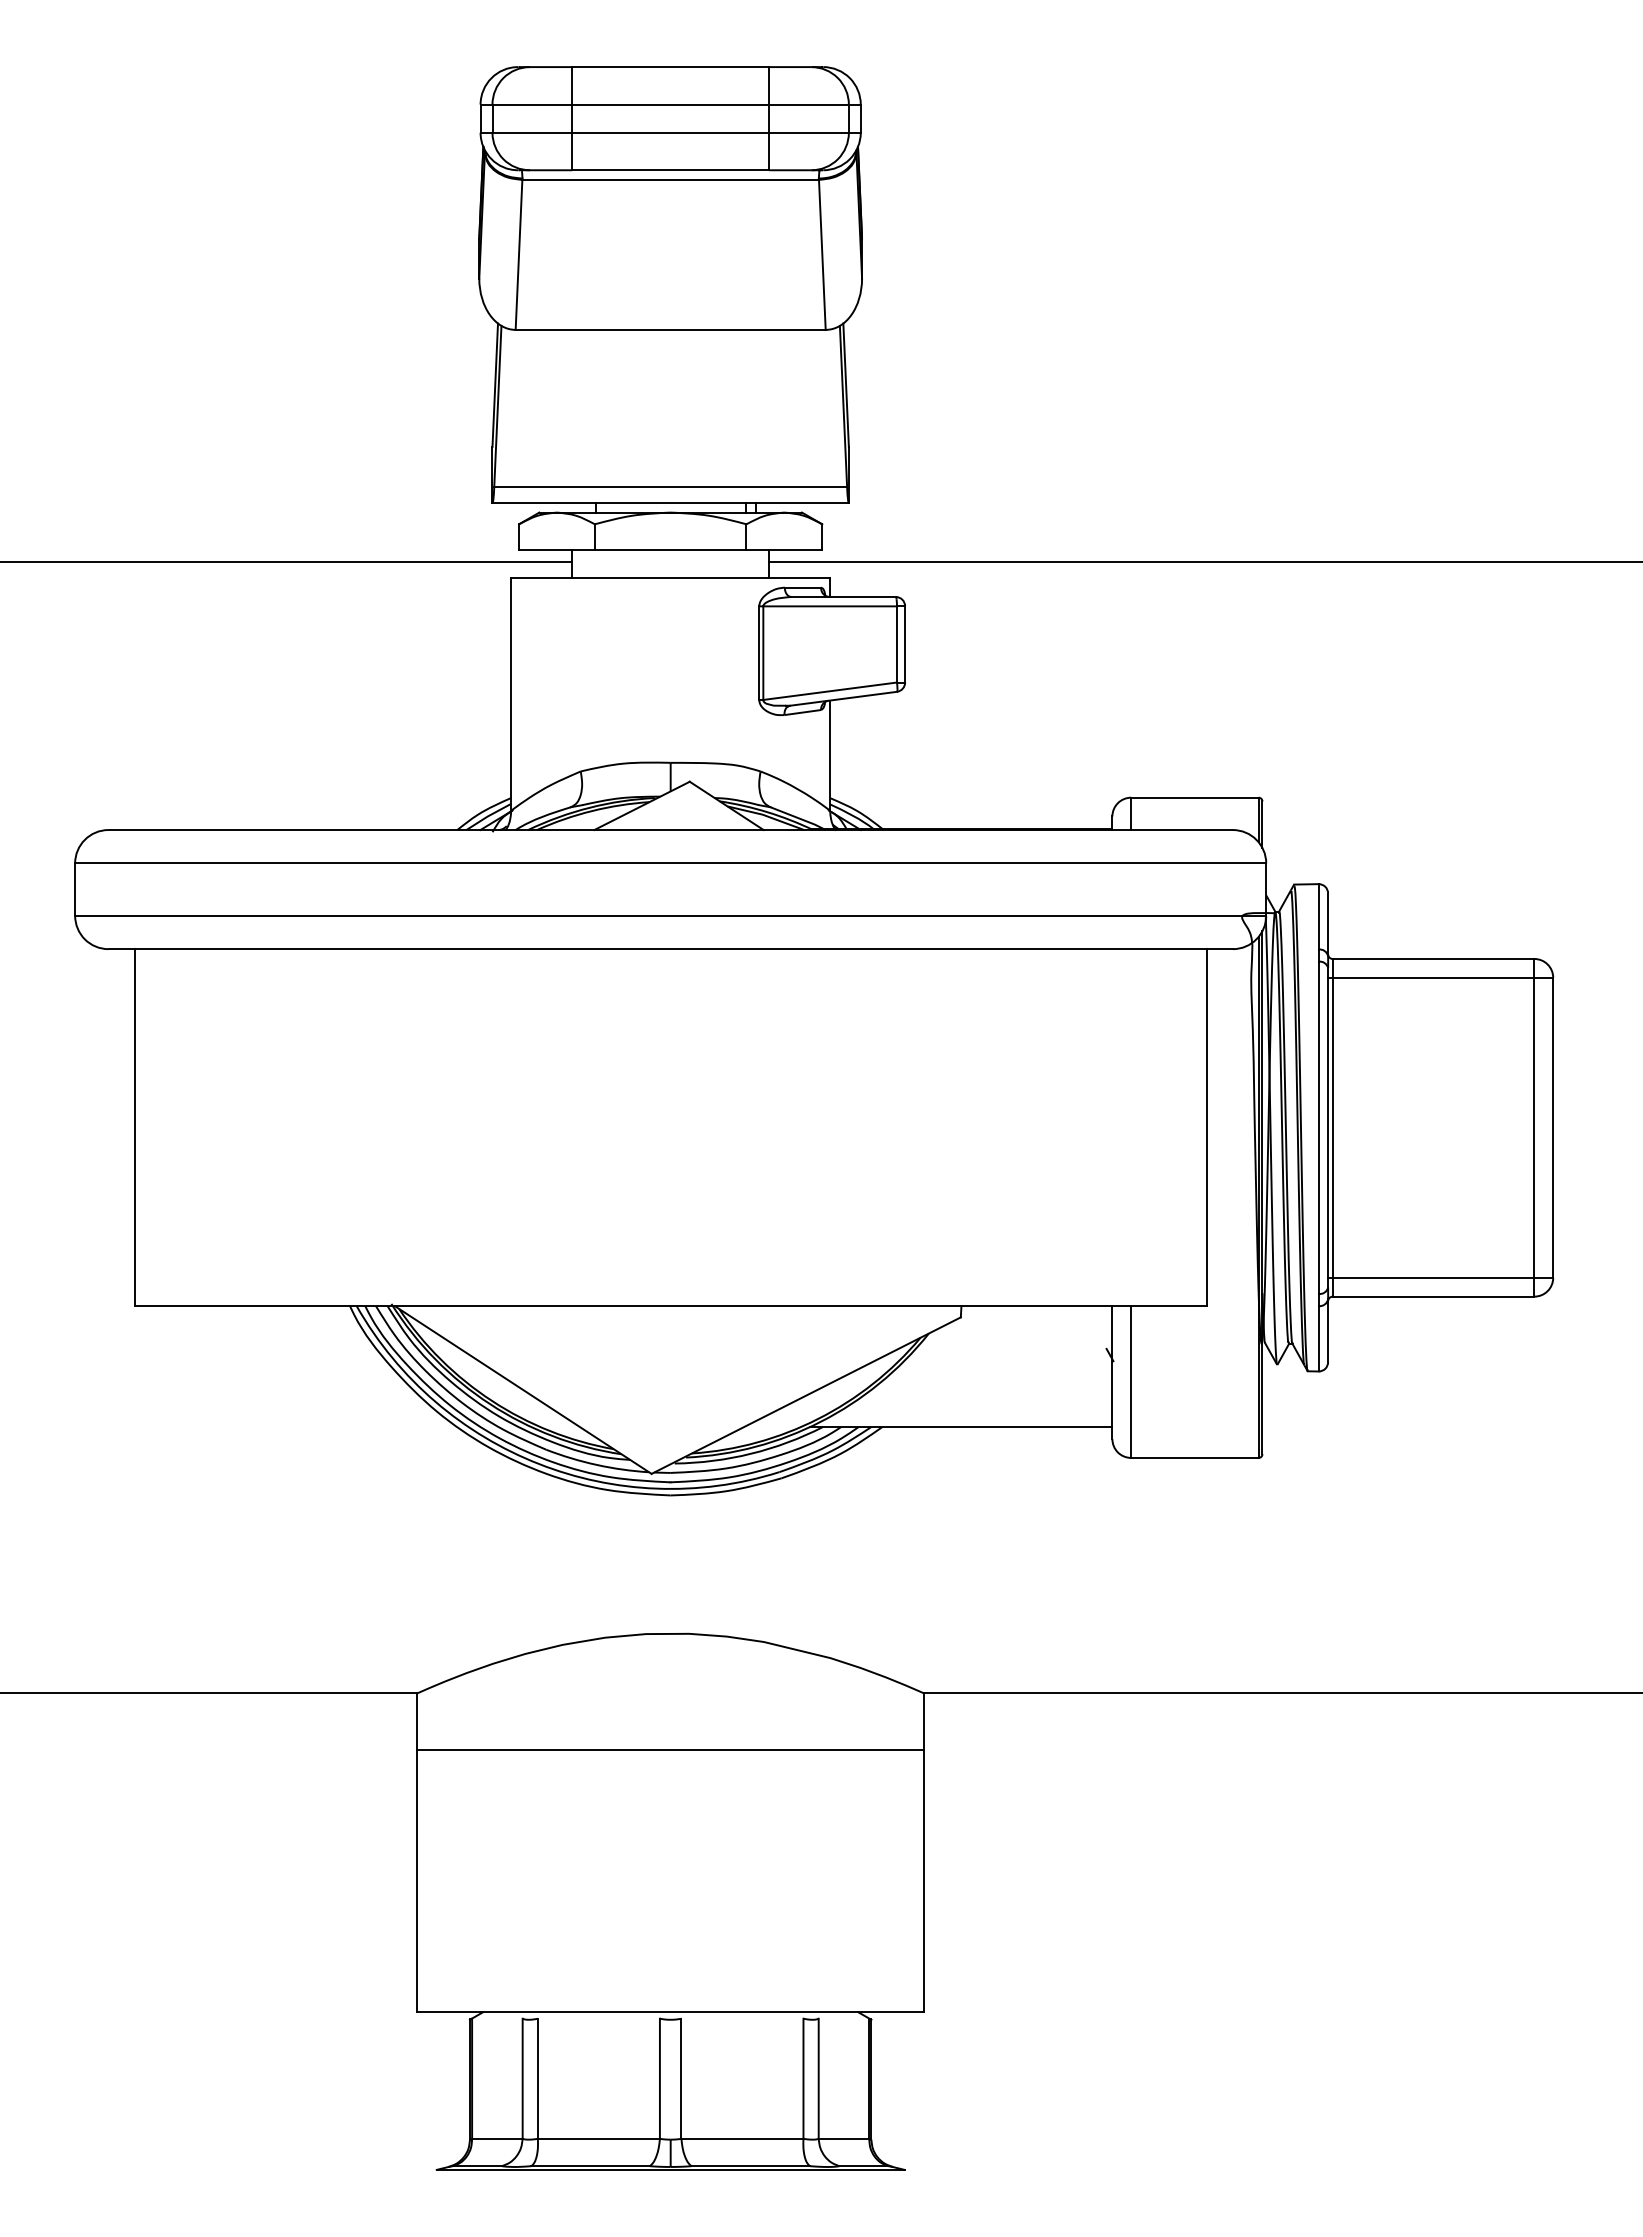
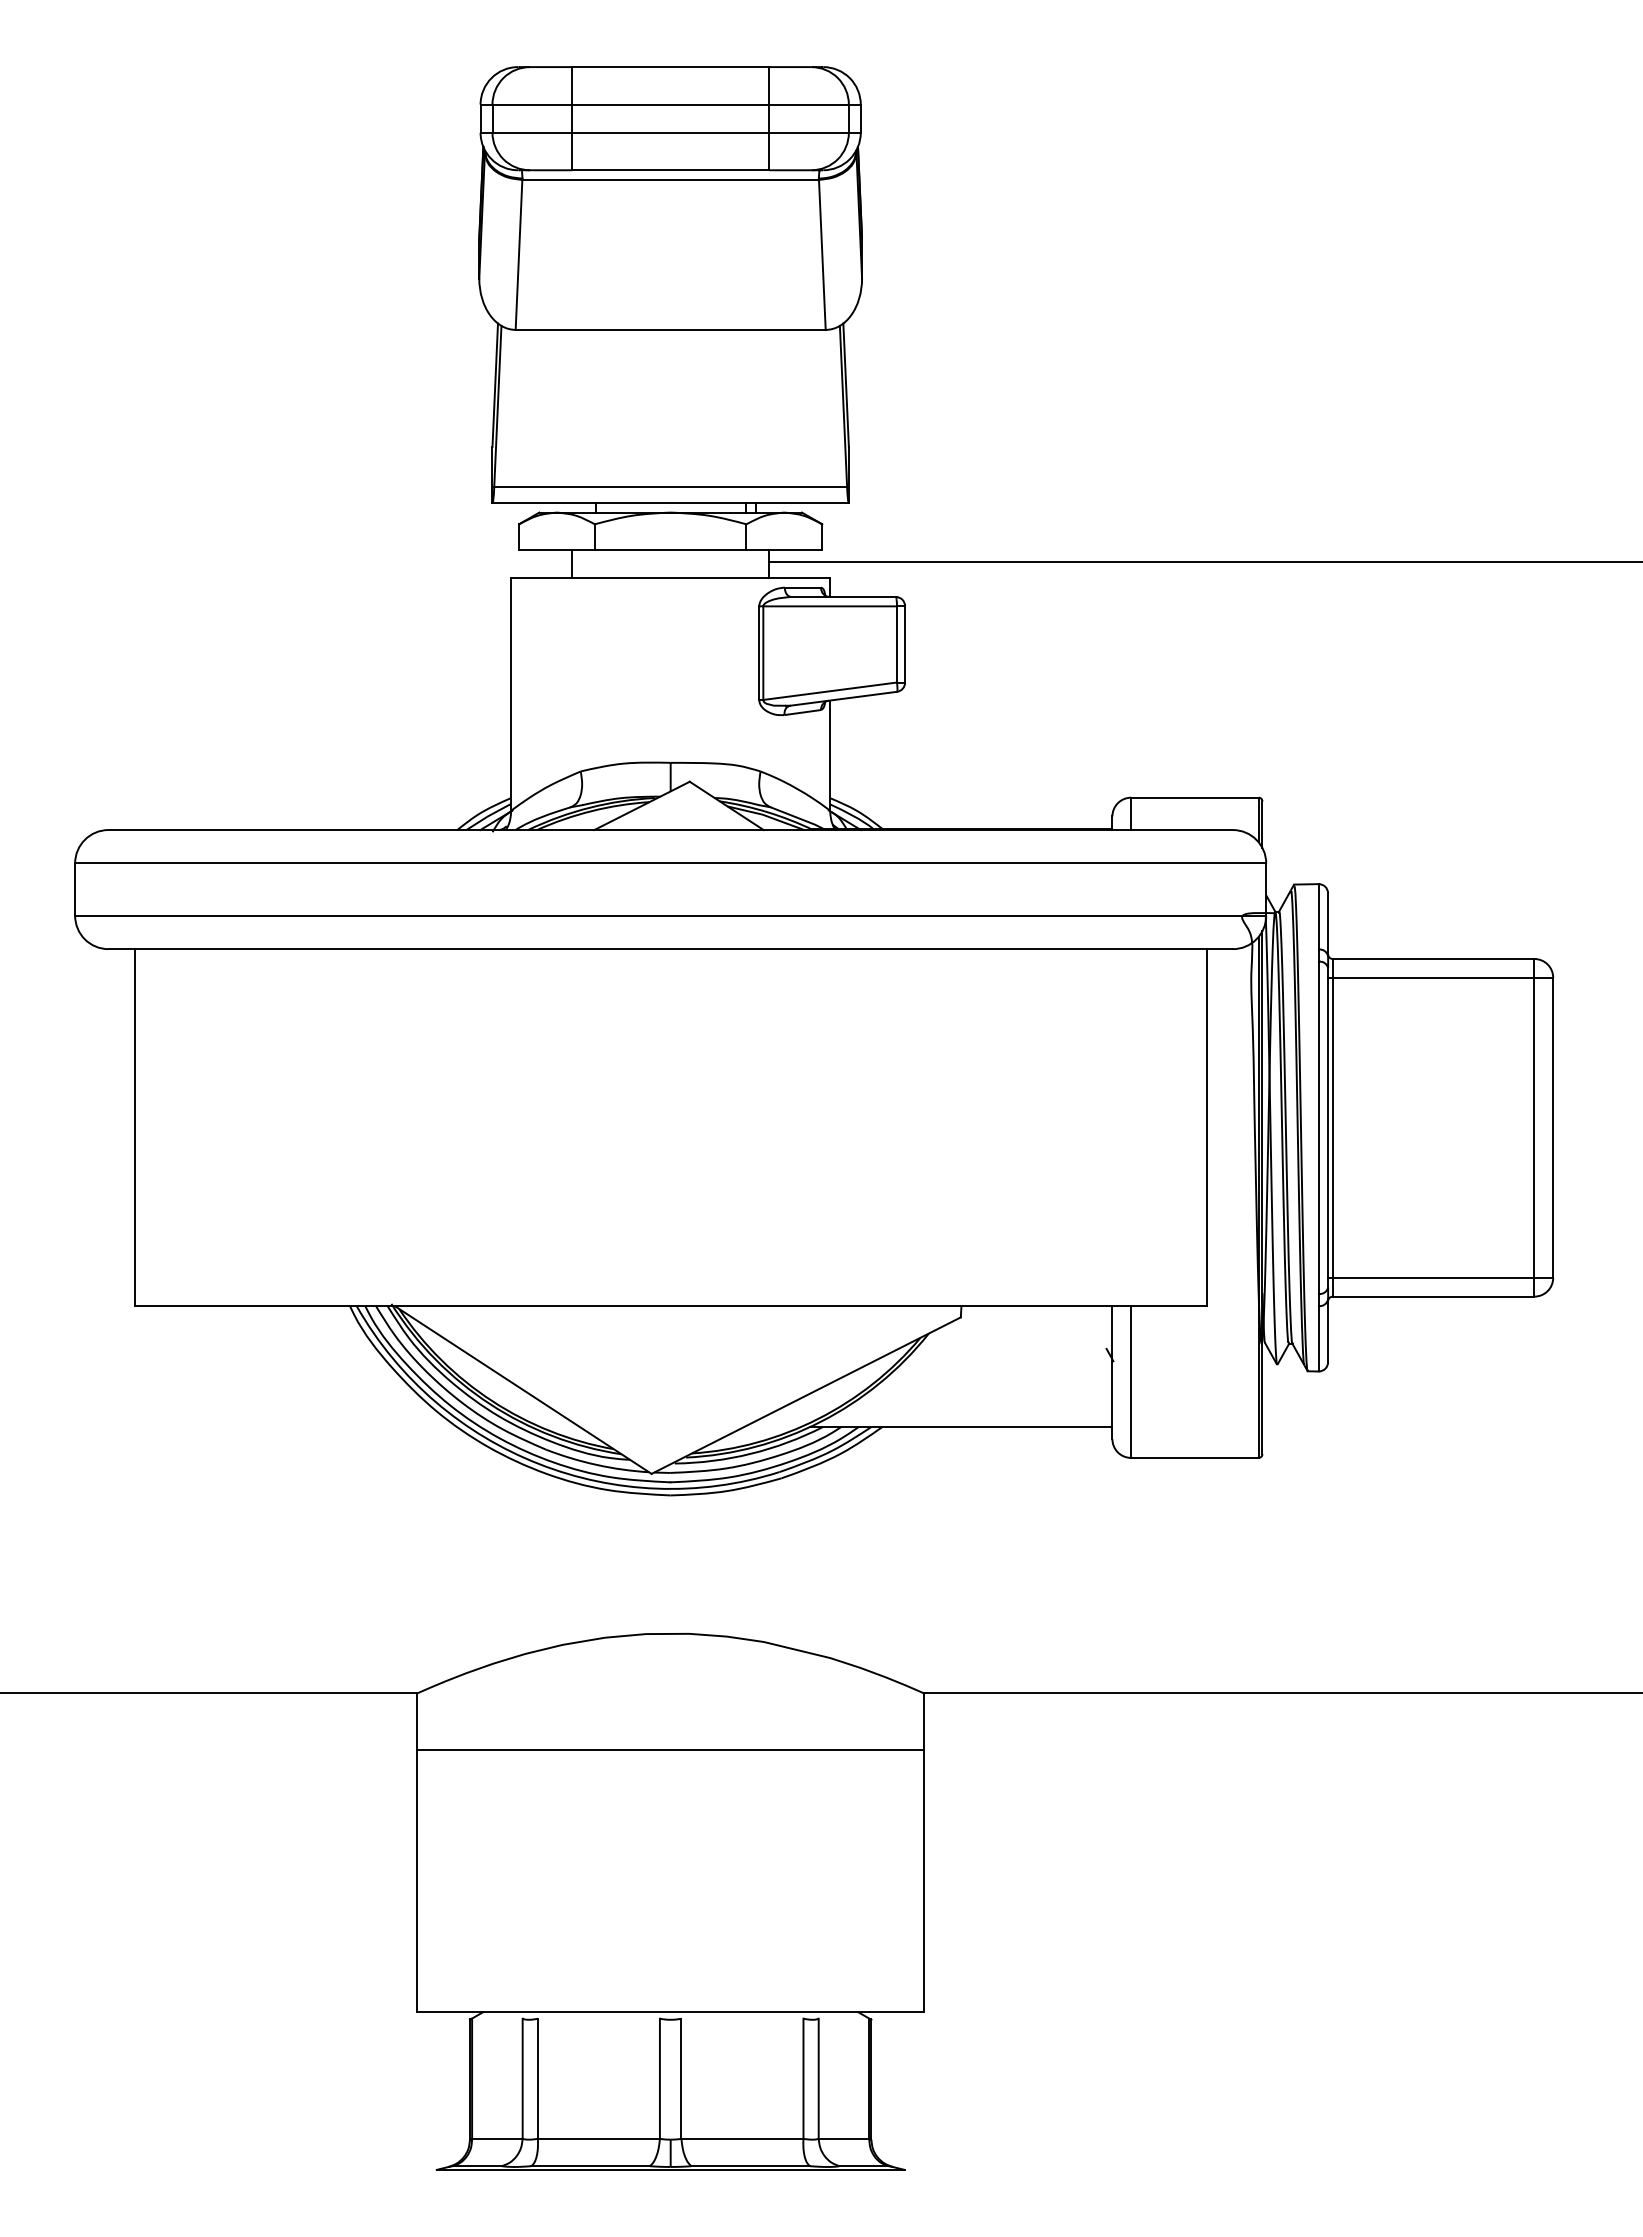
line at (287, 562): present -> none
